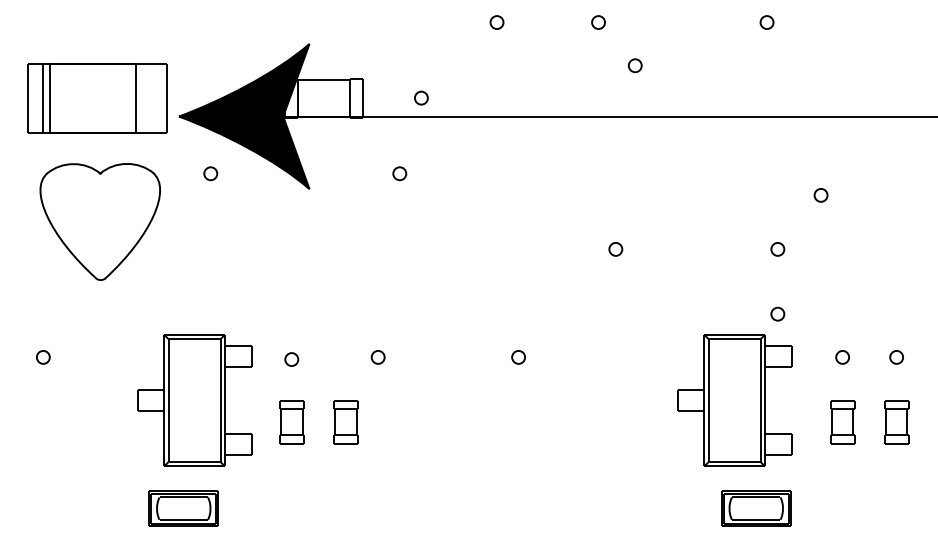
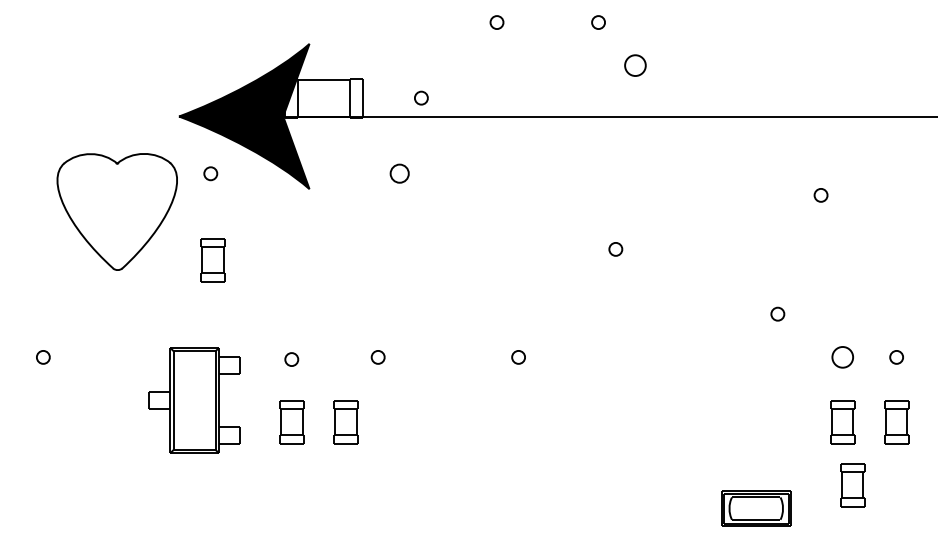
part at (766, 22): present -> none
part at (634, 65) size: 16x16 px -> 23x23 px
part at (97, 98): present -> none
part at (399, 173) size: 16x16 px -> 21x21 px
part at (99, 221) position: (99, 221) -> (116, 211)
part at (777, 249): present -> none
part at (212, 260): none -> present
part at (842, 357) size: 15x15 px -> 23x23 px
part at (194, 400) size: 116x133 px -> 93x107 px
part at (734, 400): present -> none
part at (852, 485): none -> present
part at (183, 508): present -> none
